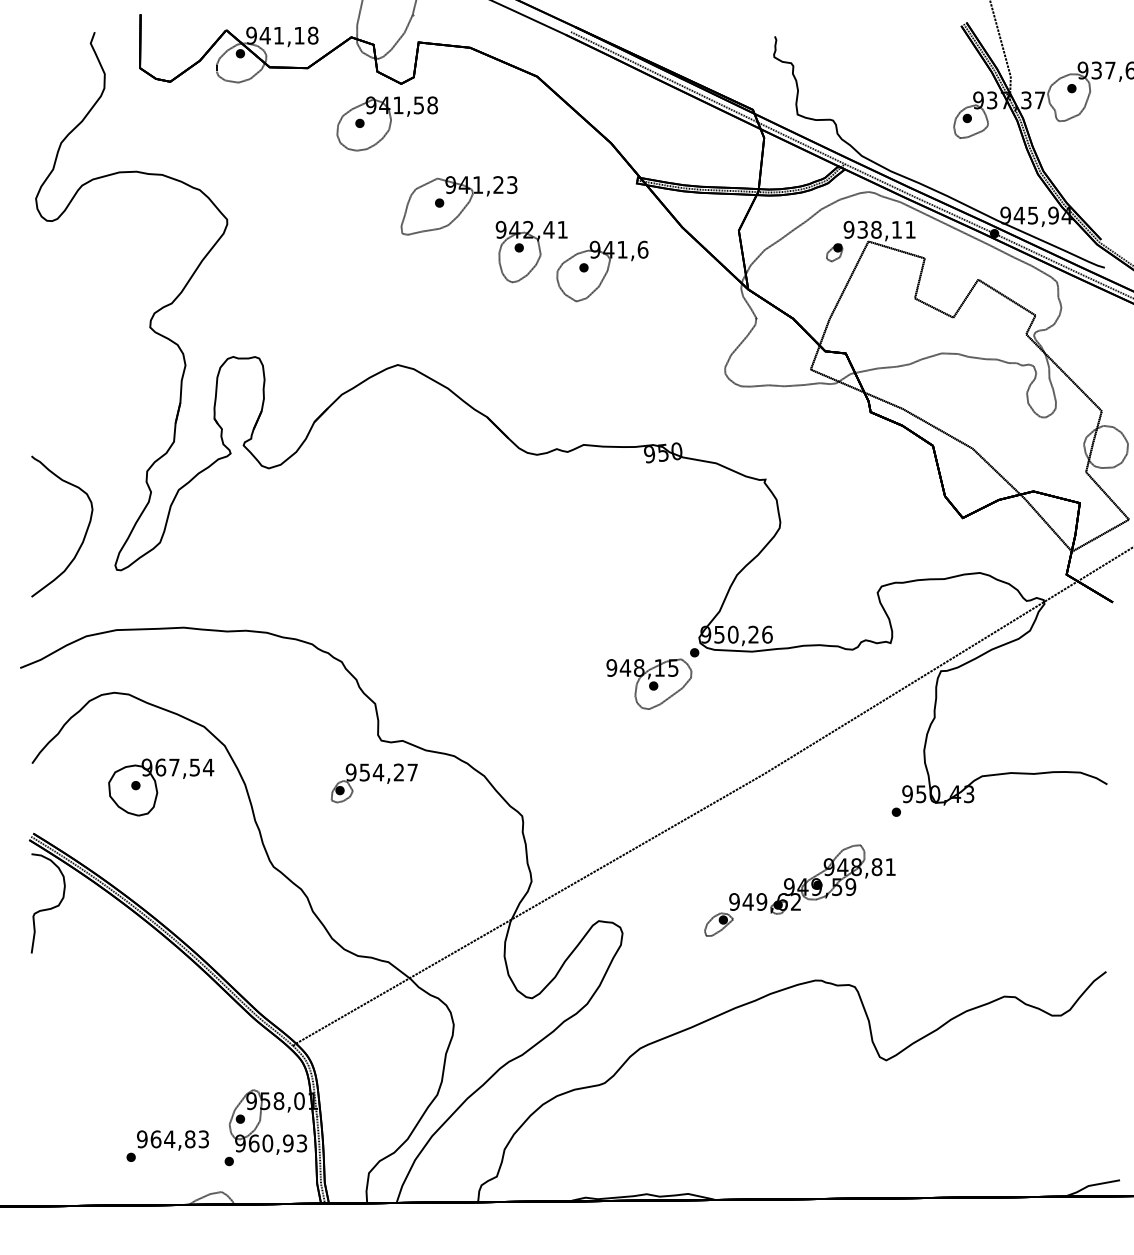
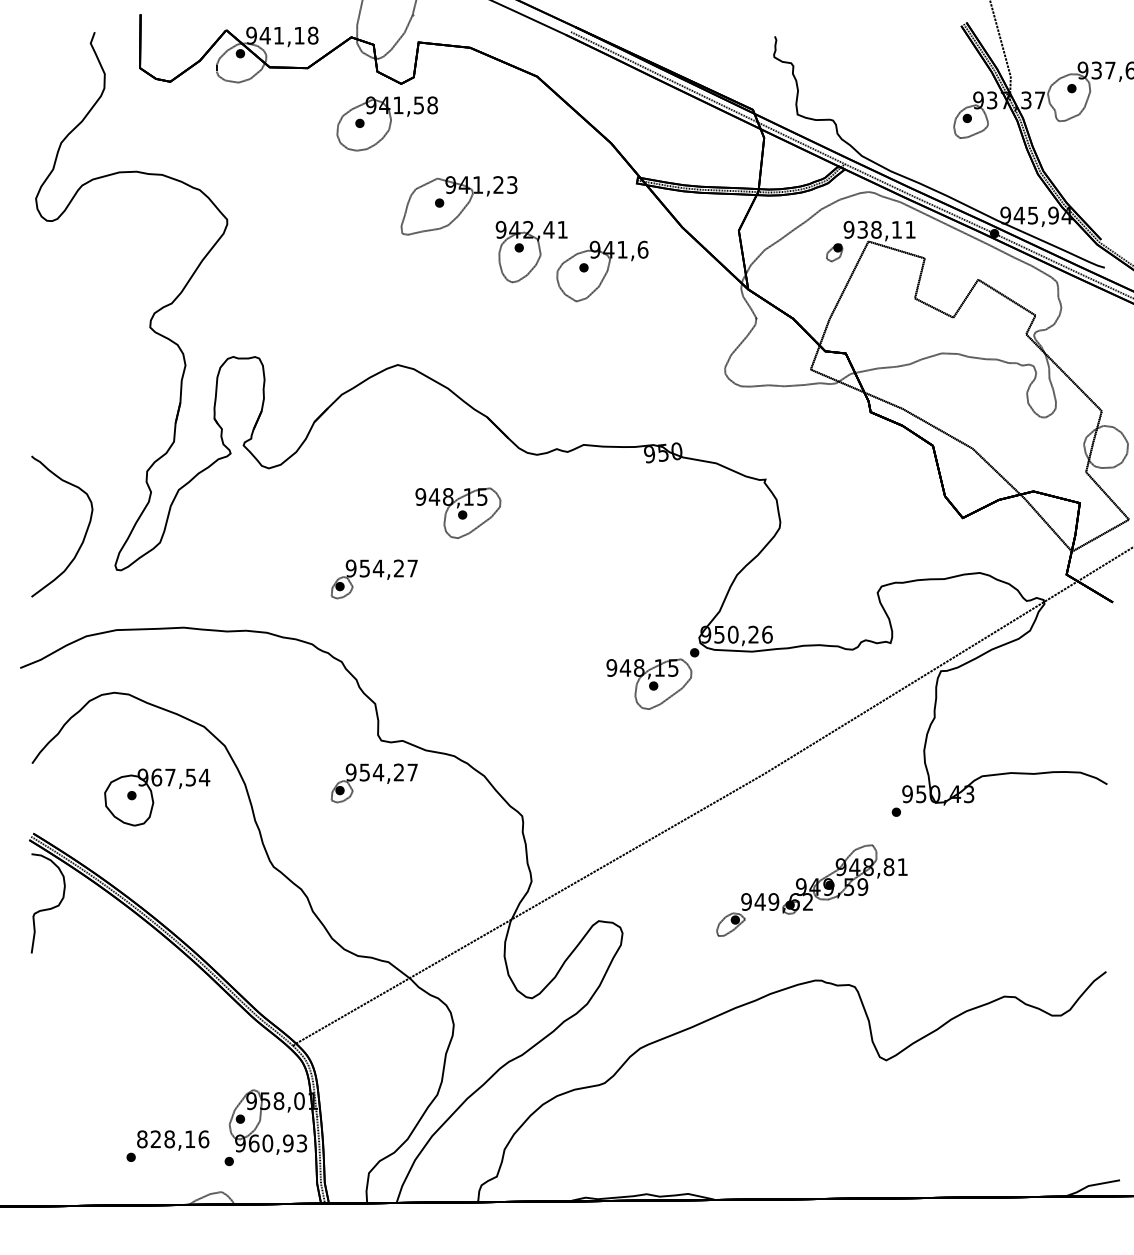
part at (458, 512): none -> present
part at (373, 579): none -> present
part at (161, 787) position: (161, 787) -> (157, 797)
part at (799, 890) position: (799, 890) -> (811, 890)
text at (173, 1139): 964,83 -> 828,16
